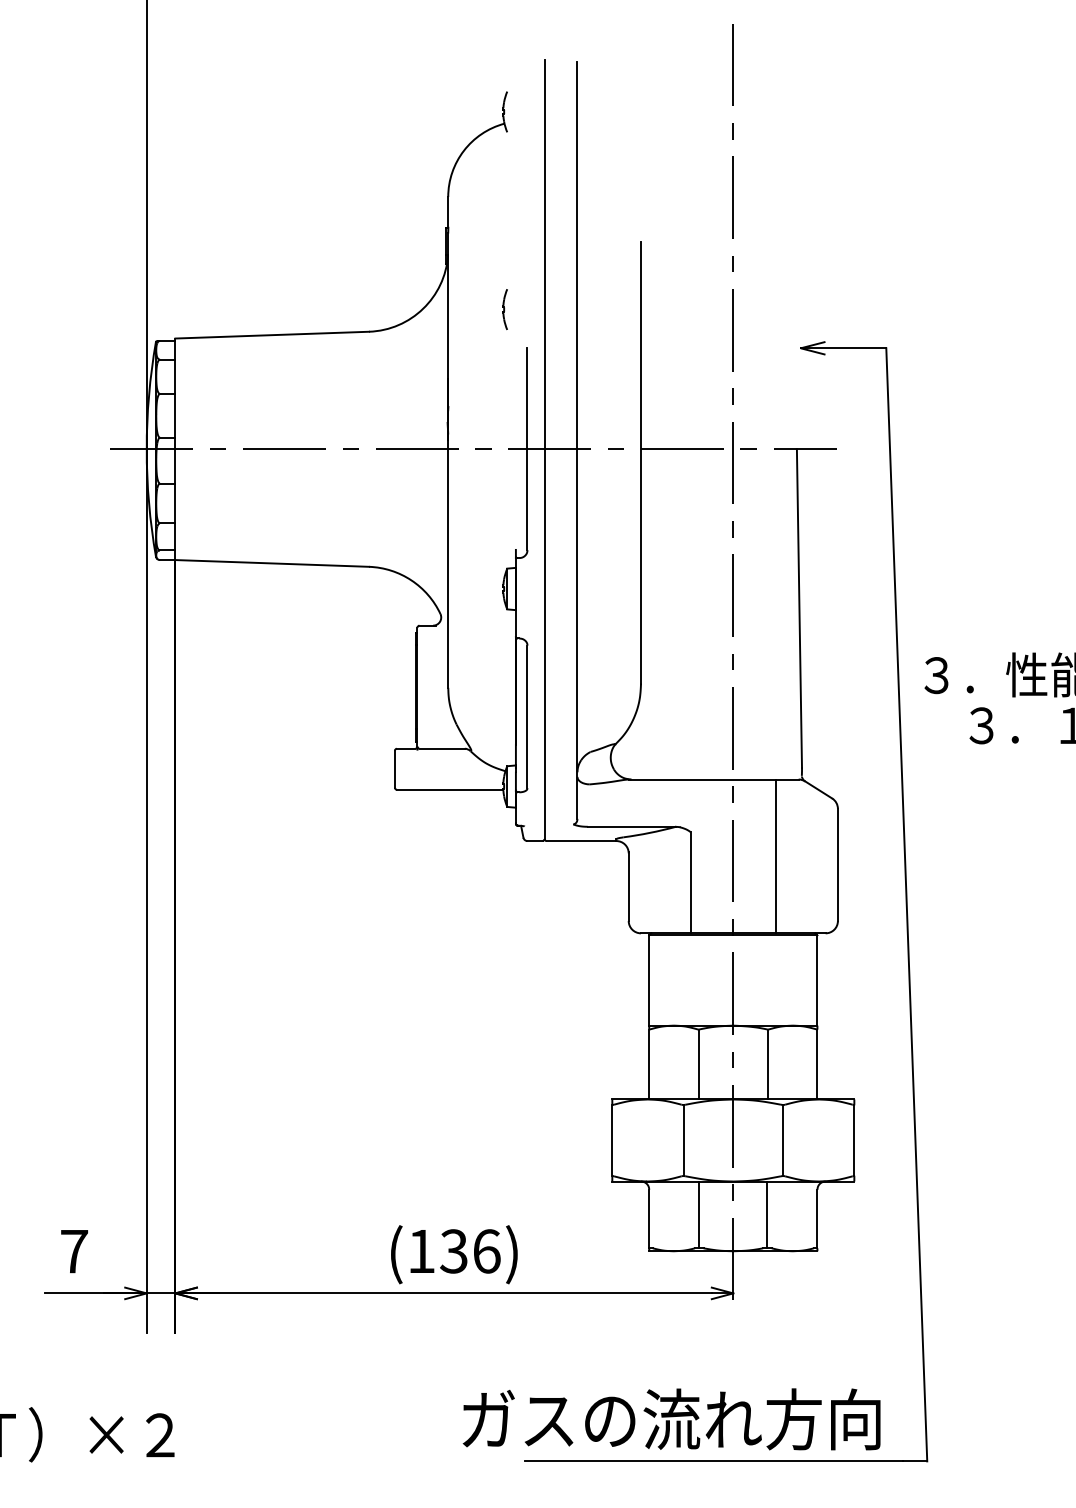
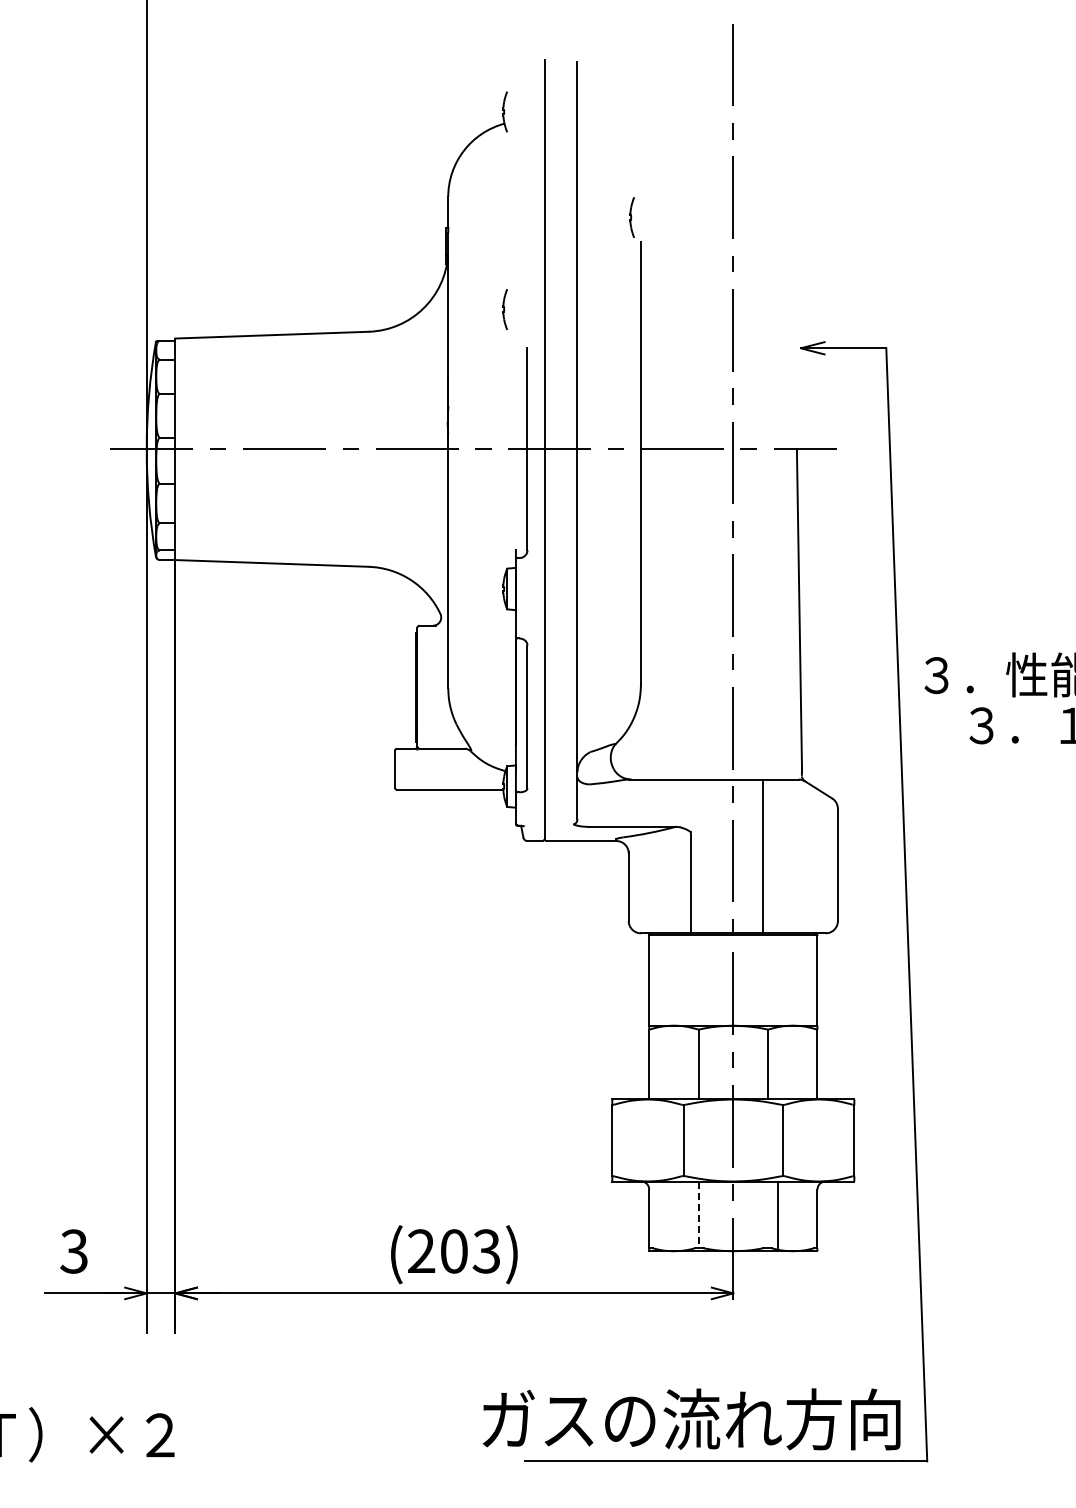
part at (631, 217): none -> present
line at (775, 856) position: (775, 856) -> (762, 856)
line at (767, 1214) position: (767, 1214) -> (778, 1214)
line at (699, 1215): solid -> dashed
text at (74, 1251): 7 -> 3
text at (454, 1251): (136) -> (203)
text at (671, 1419) position: (671, 1419) -> (691, 1419)
